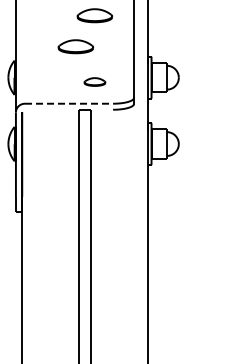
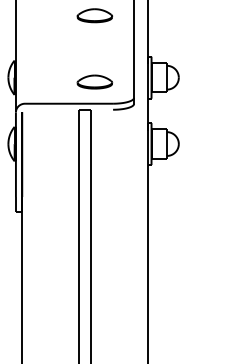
part at (75, 46): present -> none
part at (94, 81) size: 24x10 px -> 38x16 px
line at (69, 103): dashed -> solid
